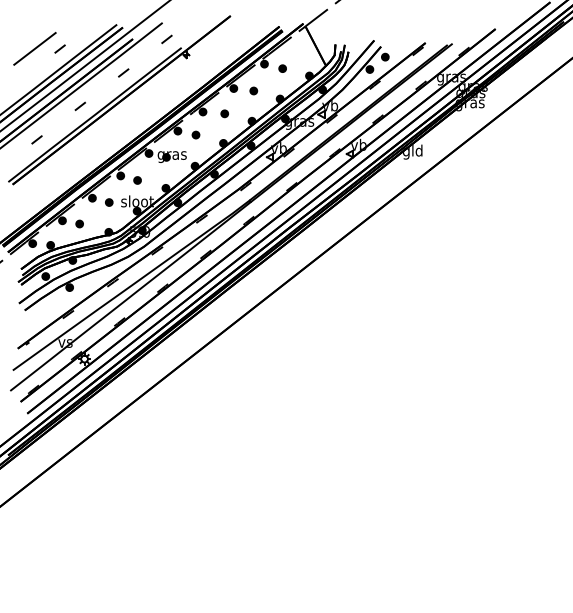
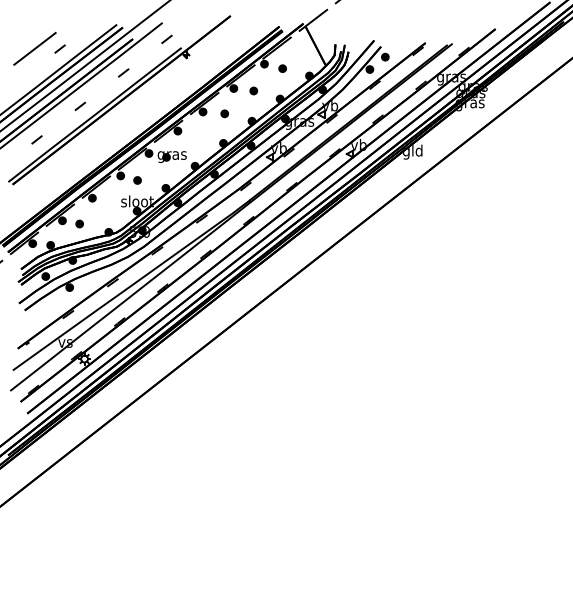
part at (195, 134): present -> none
part at (109, 202): present -> none
